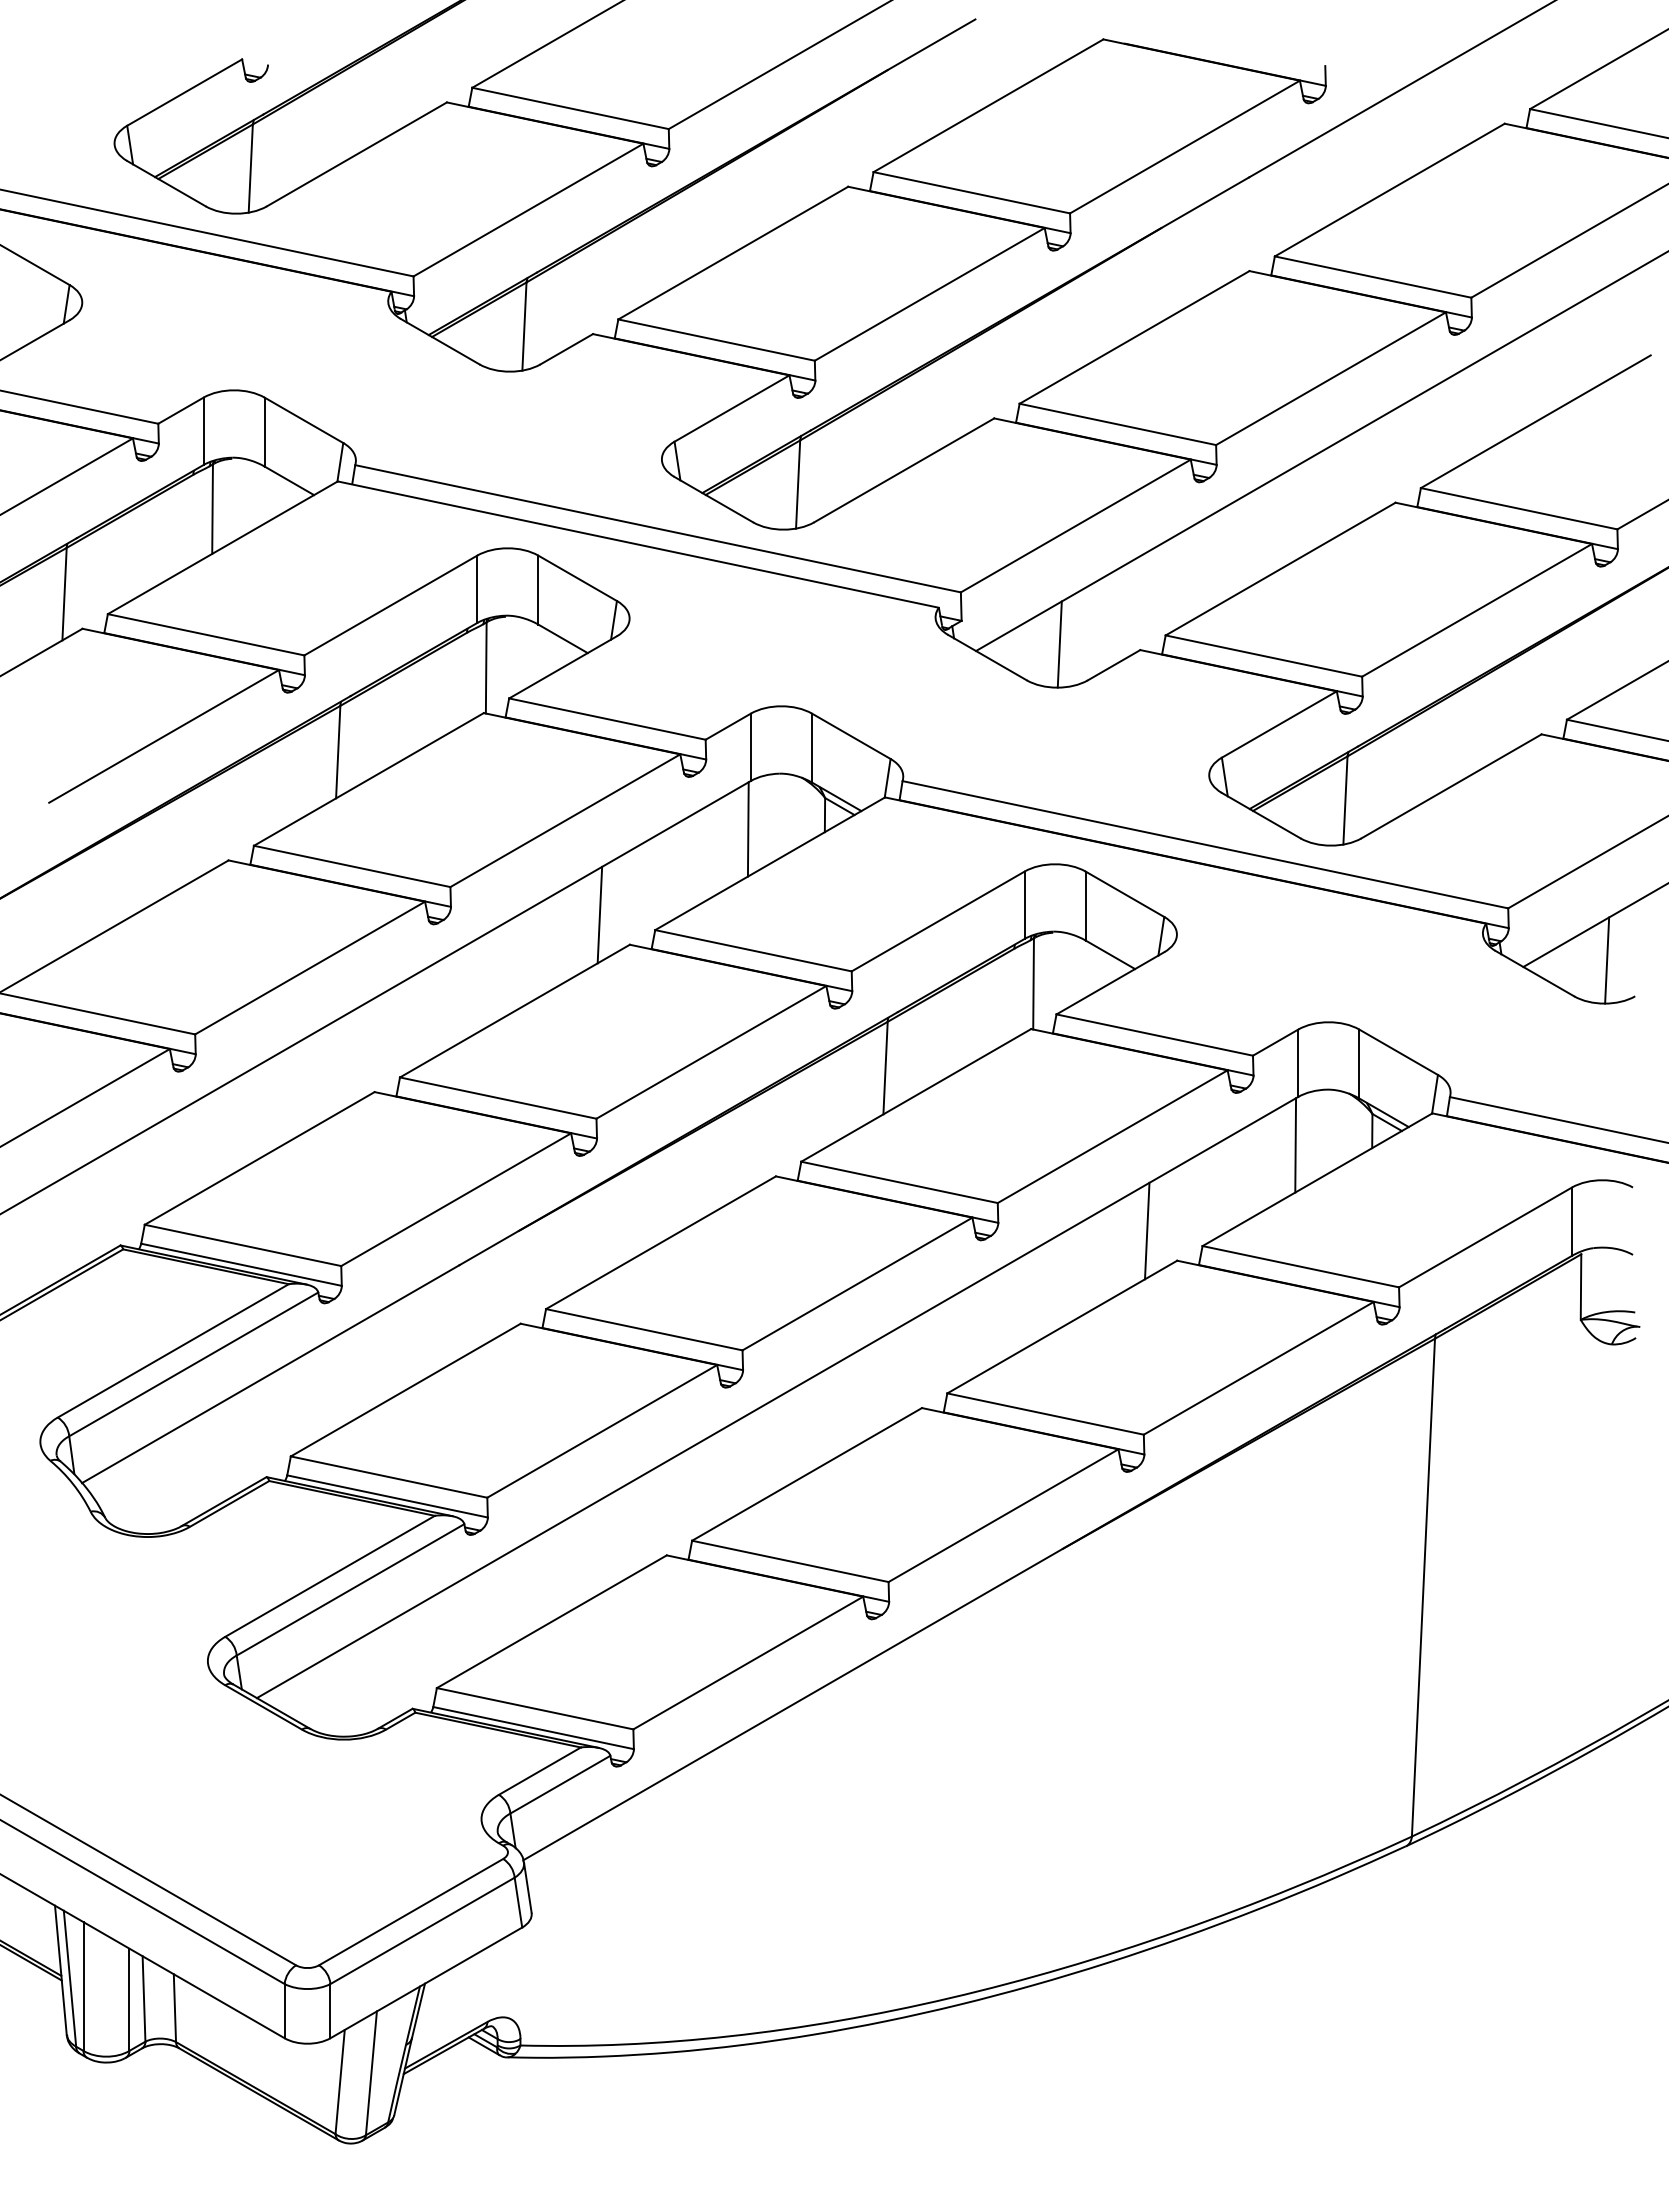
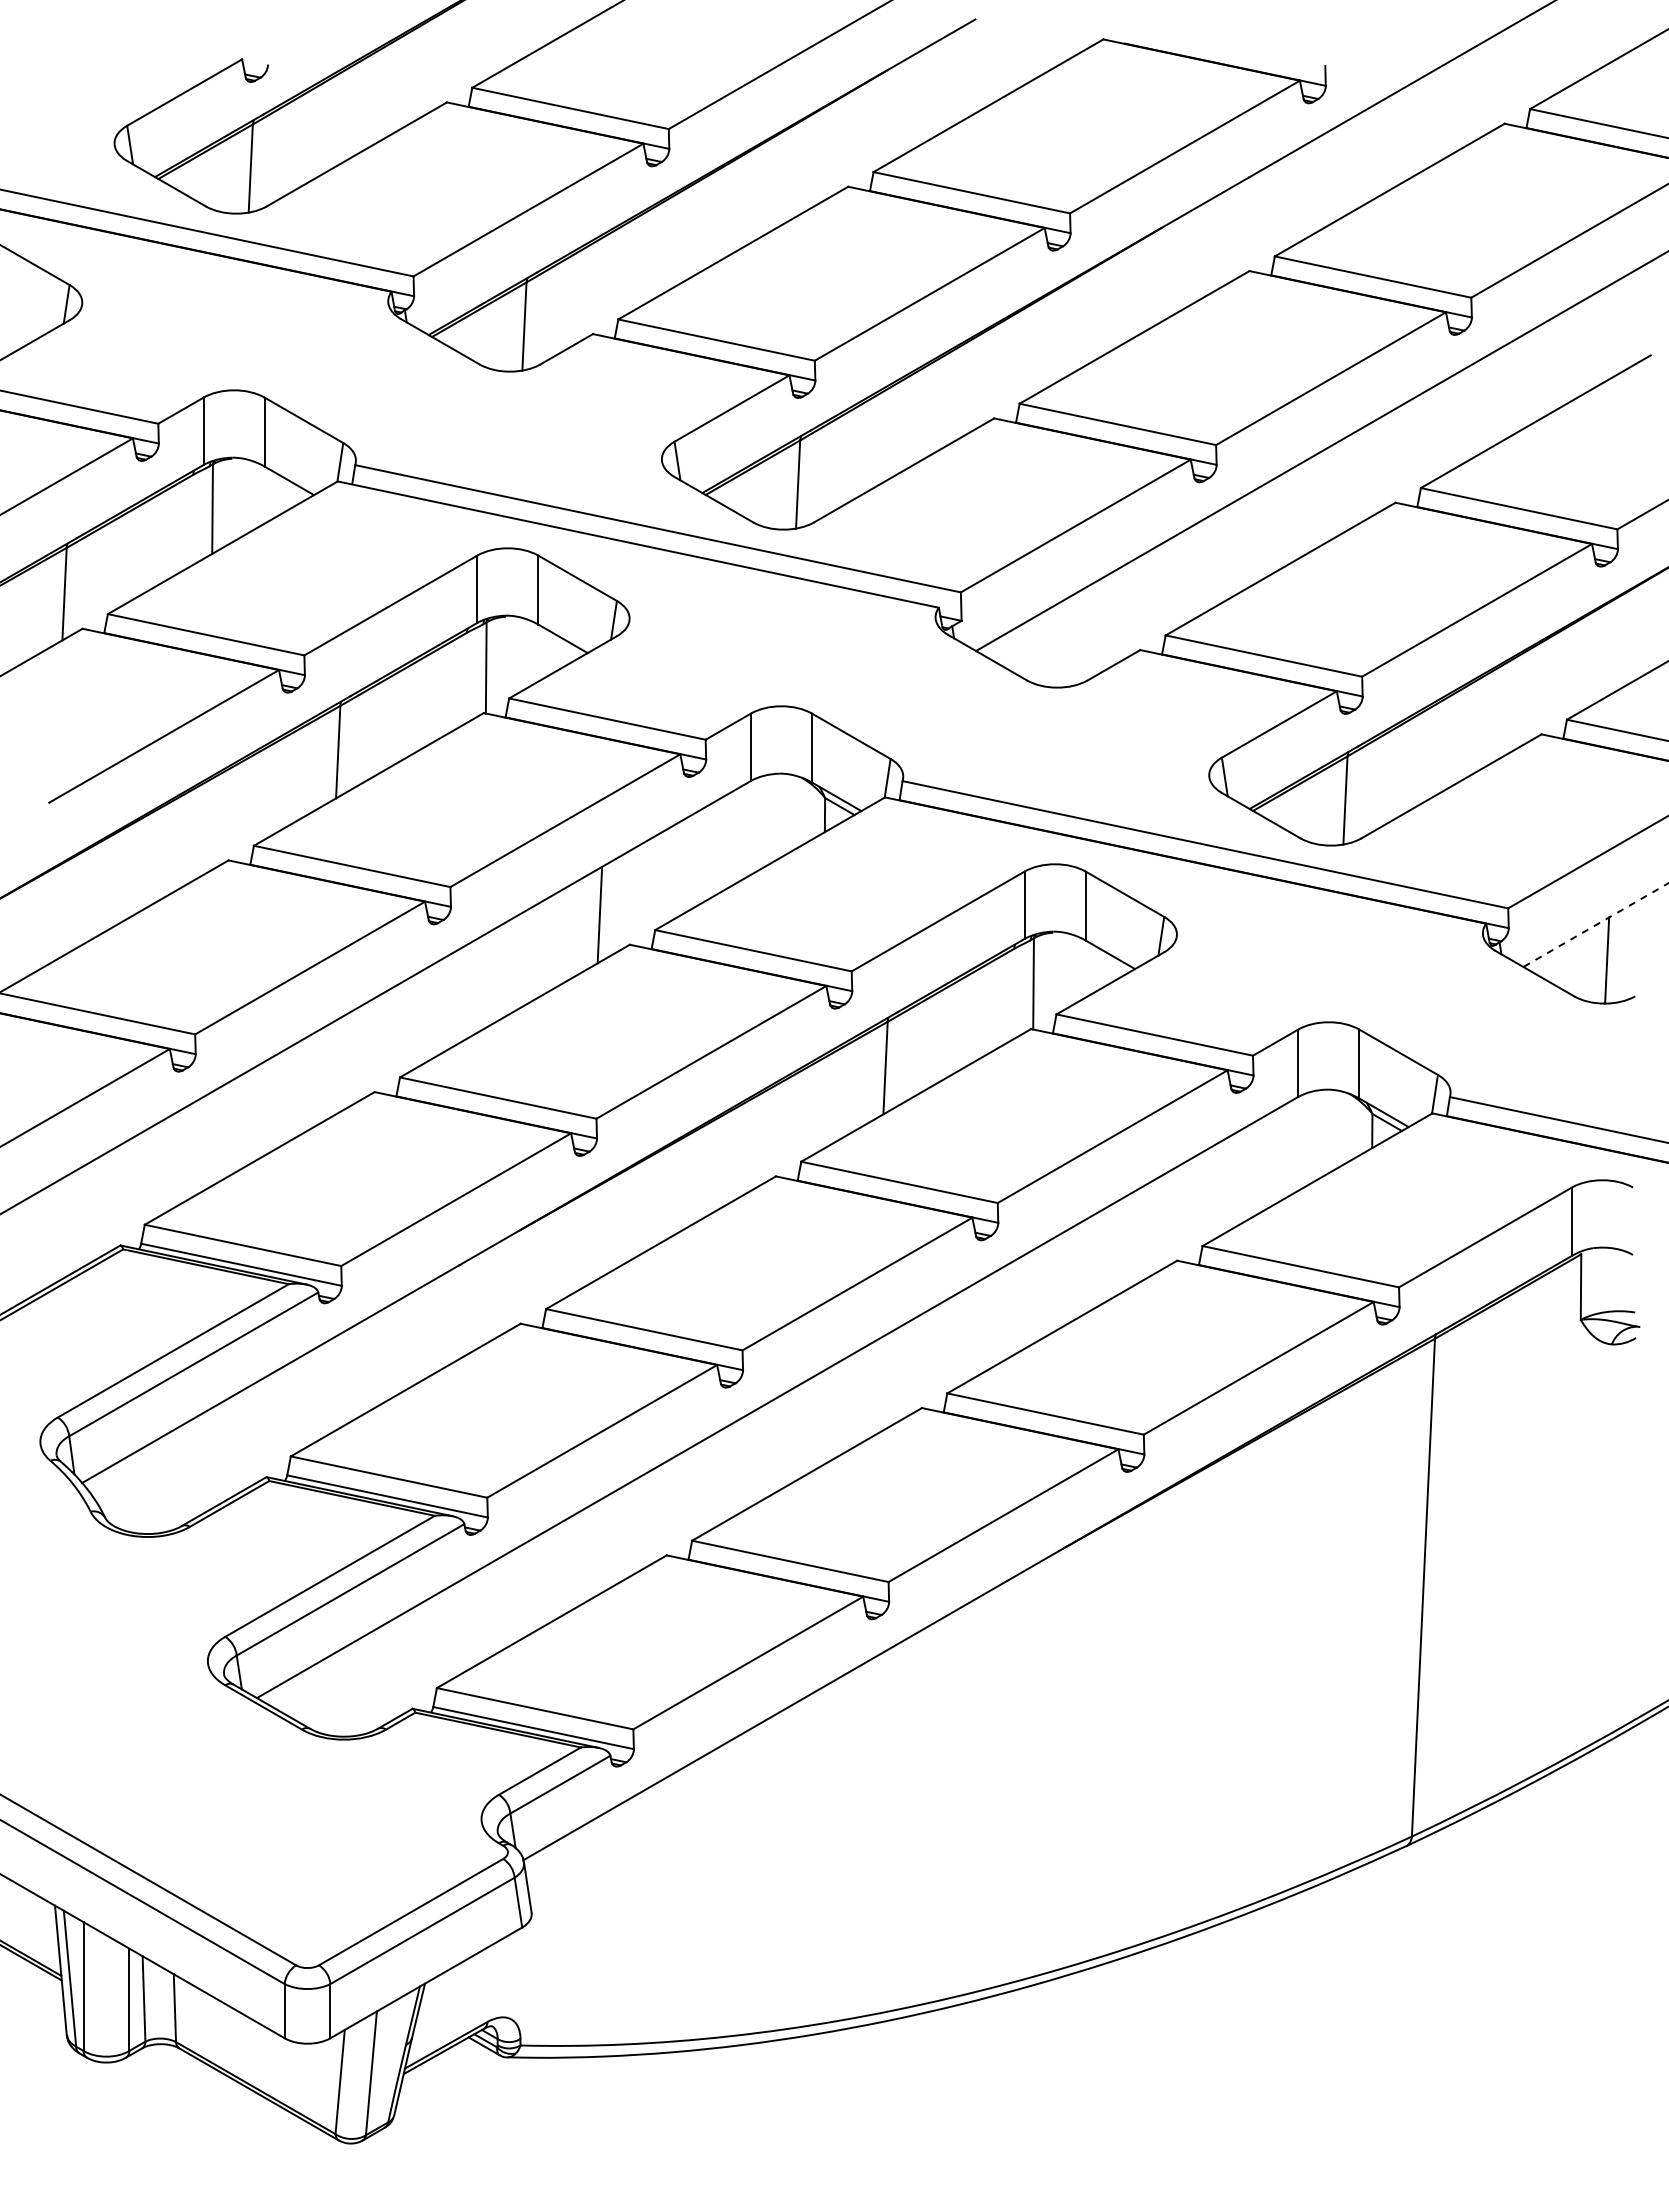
line at (1059, 644): present -> none
line at (747, 829): present -> none
line at (1596, 925): solid -> dashed
line at (1295, 1145): present -> none
line at (1147, 1230): present -> none
